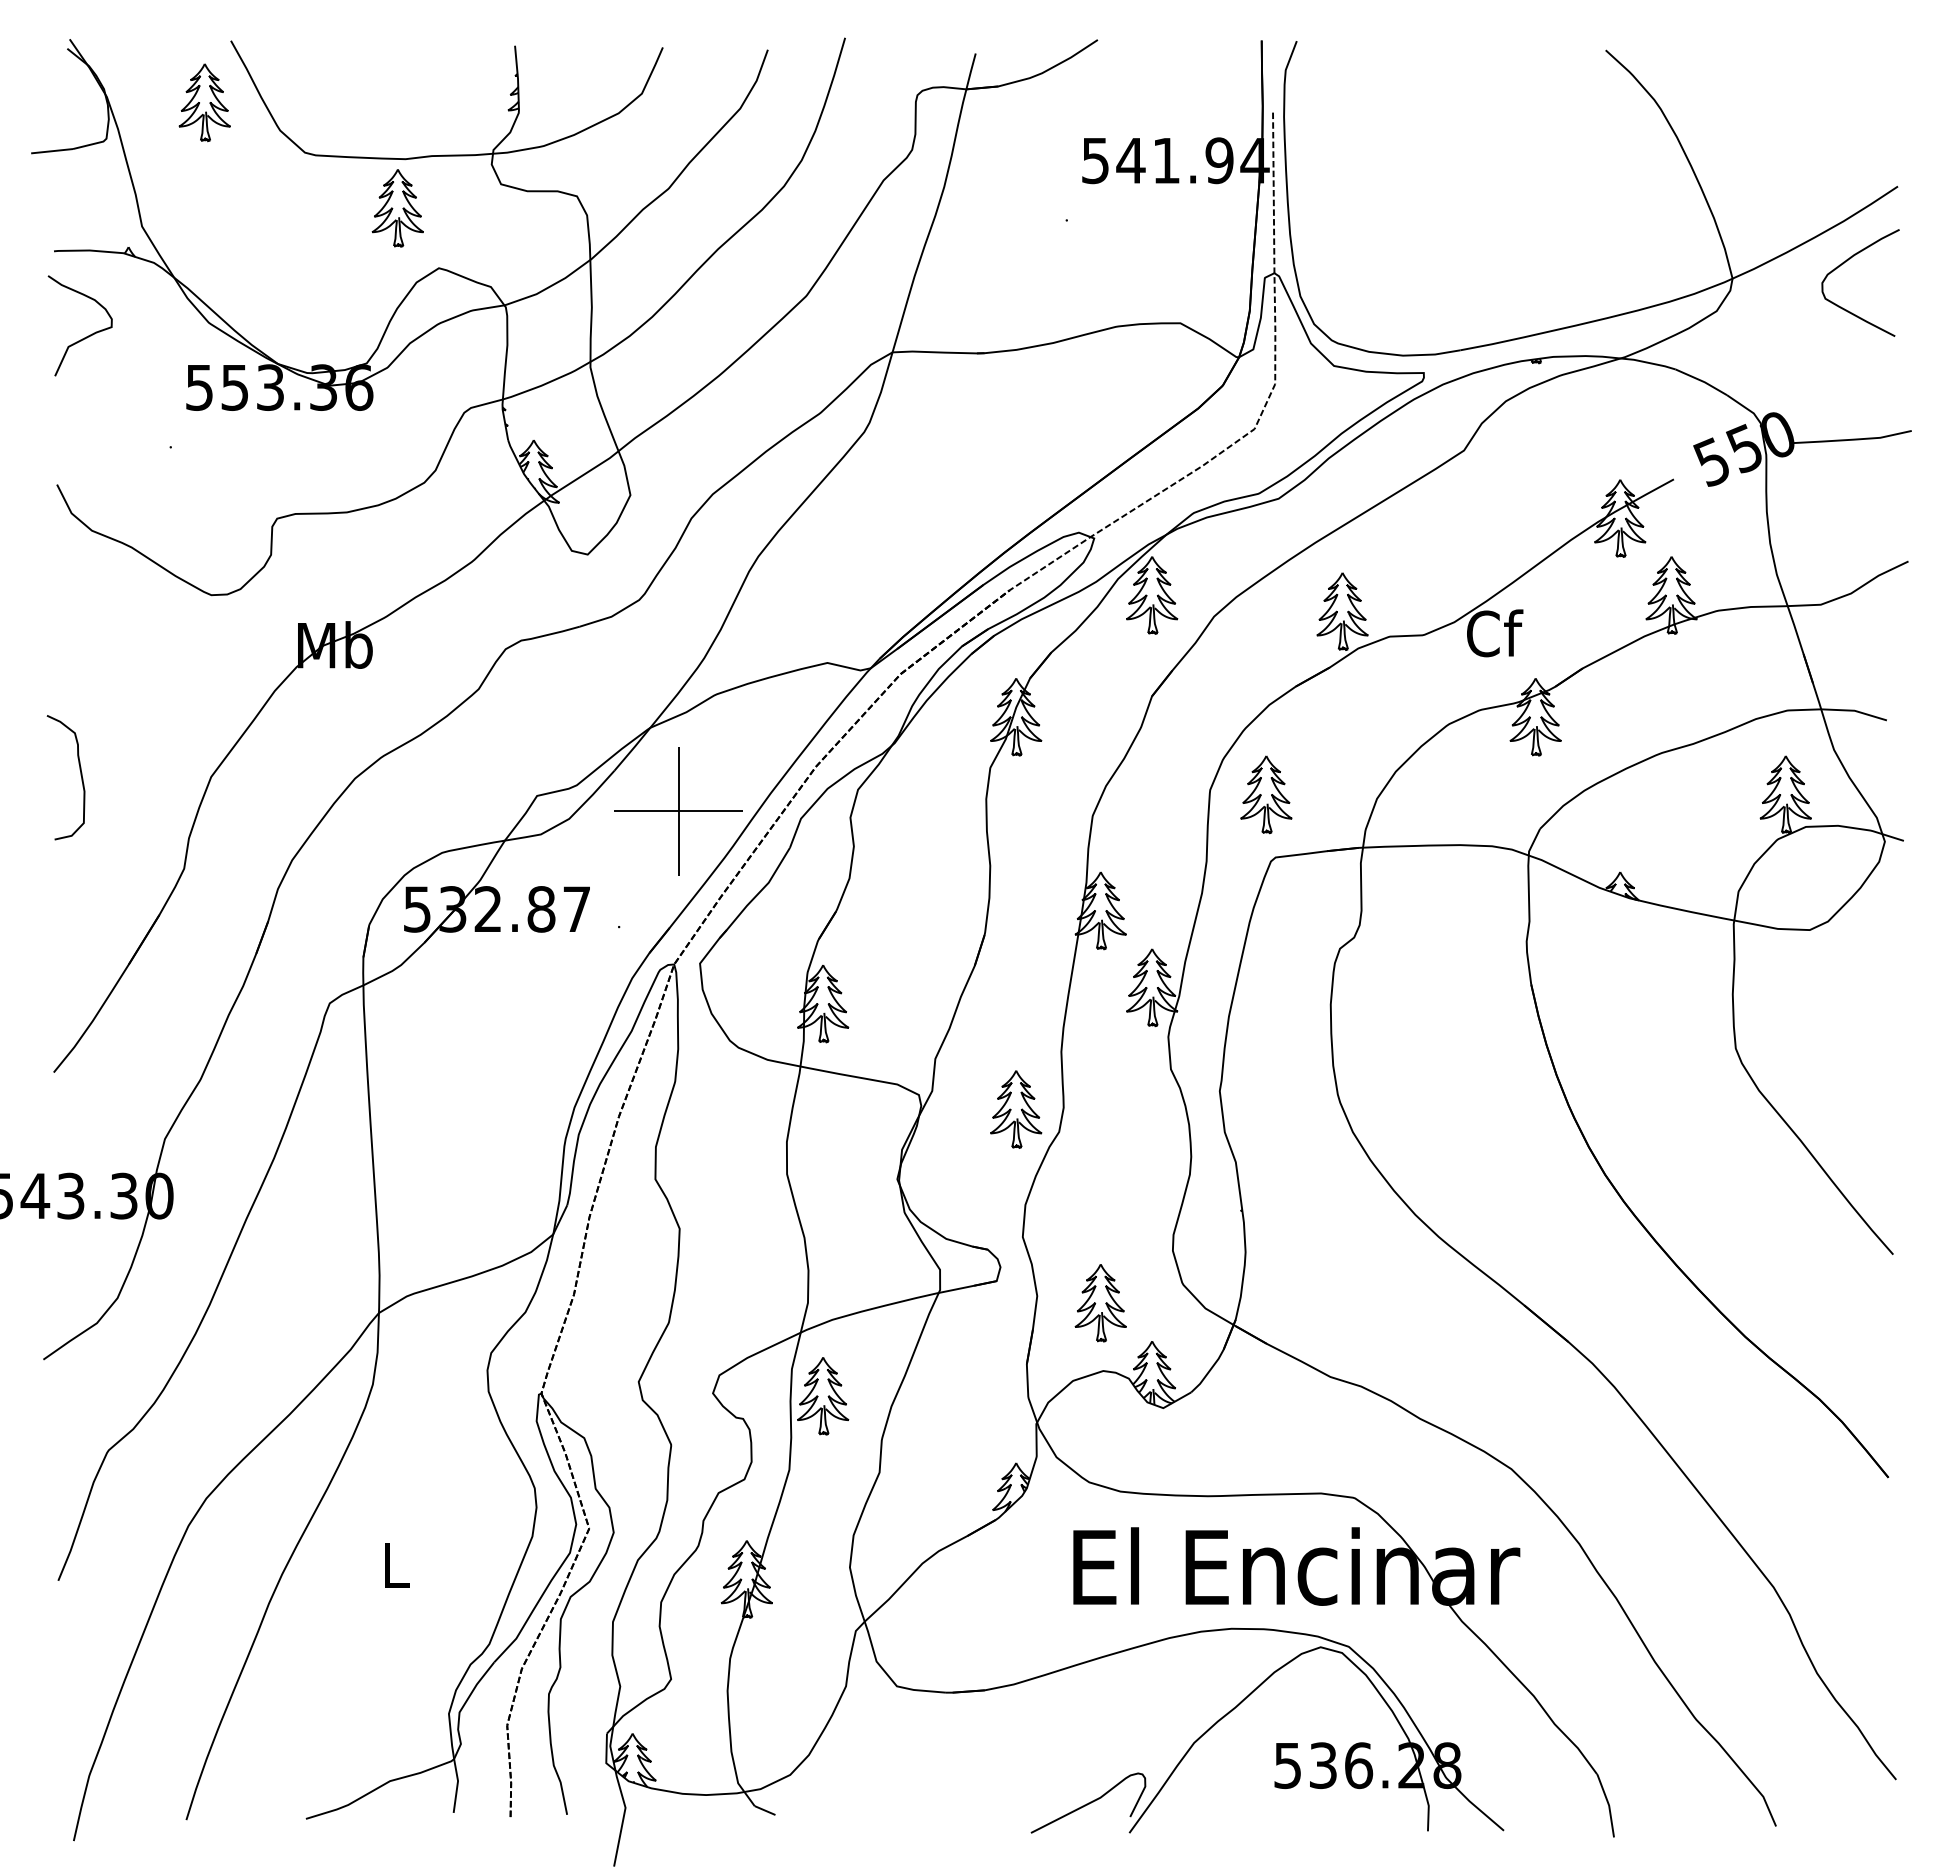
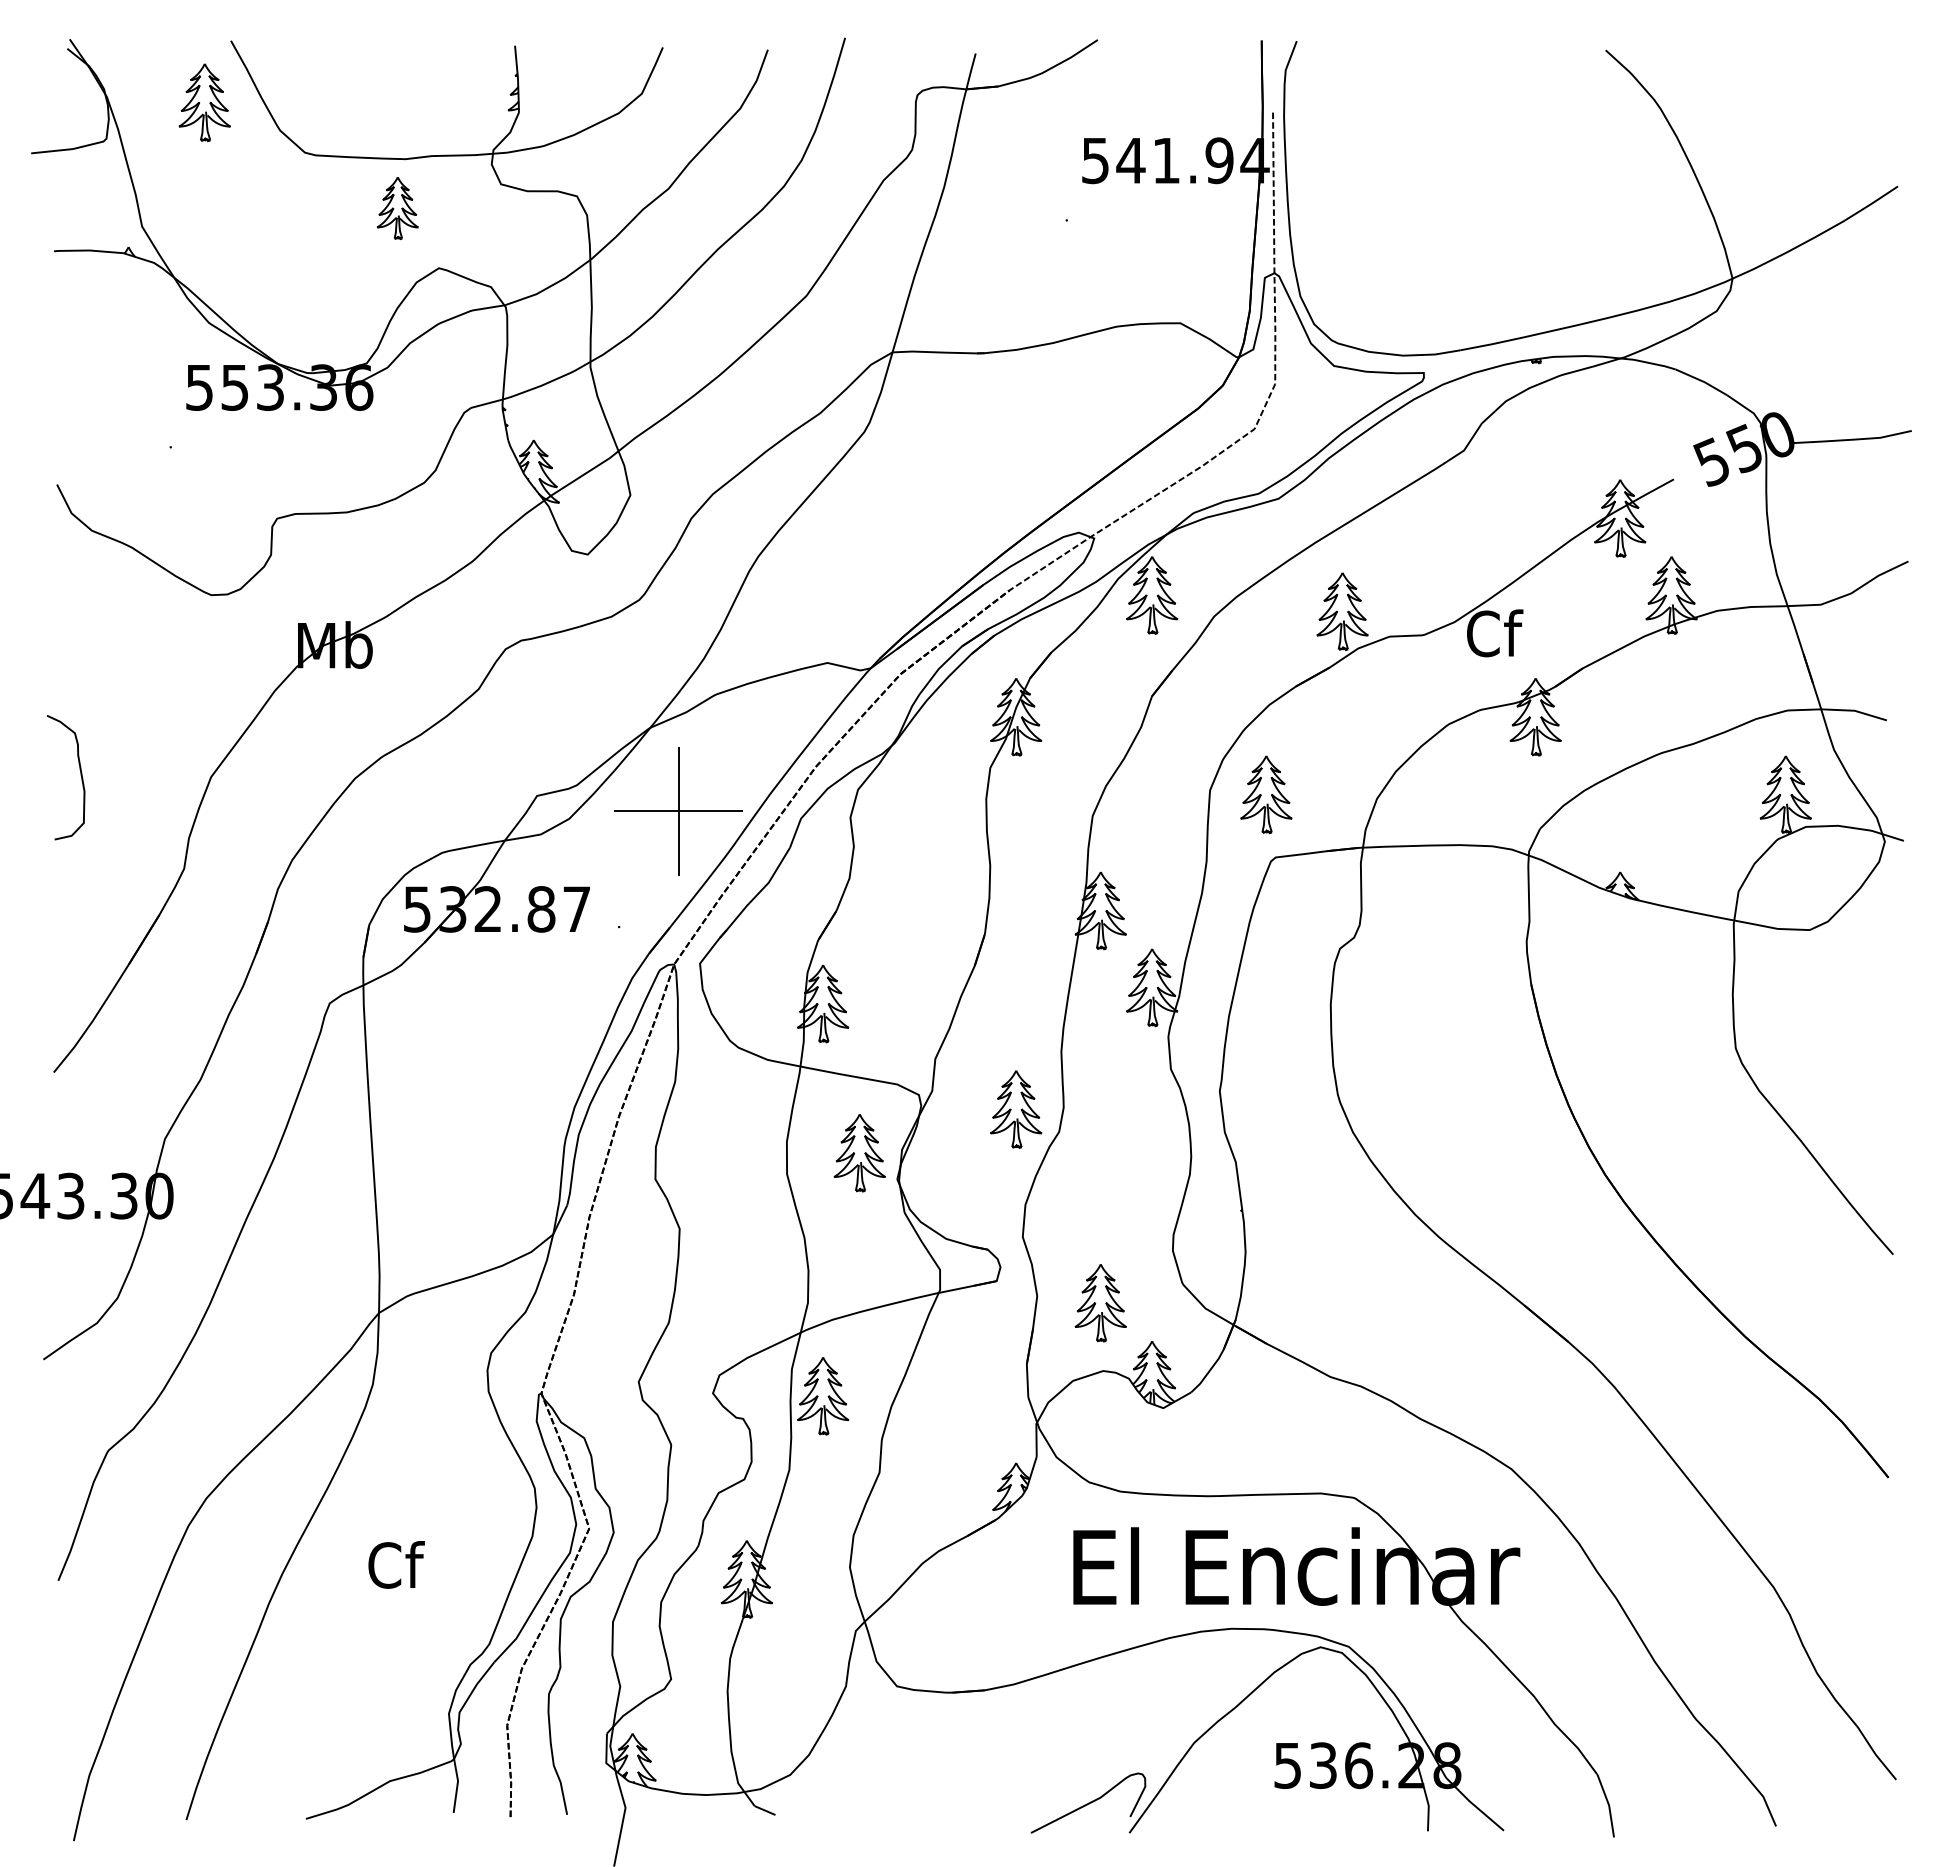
part at (397, 208) size: 53x79 px -> 42x64 px
curve at (1847, 261): present -> none
curve at (84, 337): present -> none
part at (859, 1153): none -> present
text at (396, 1564): L -> Cf
